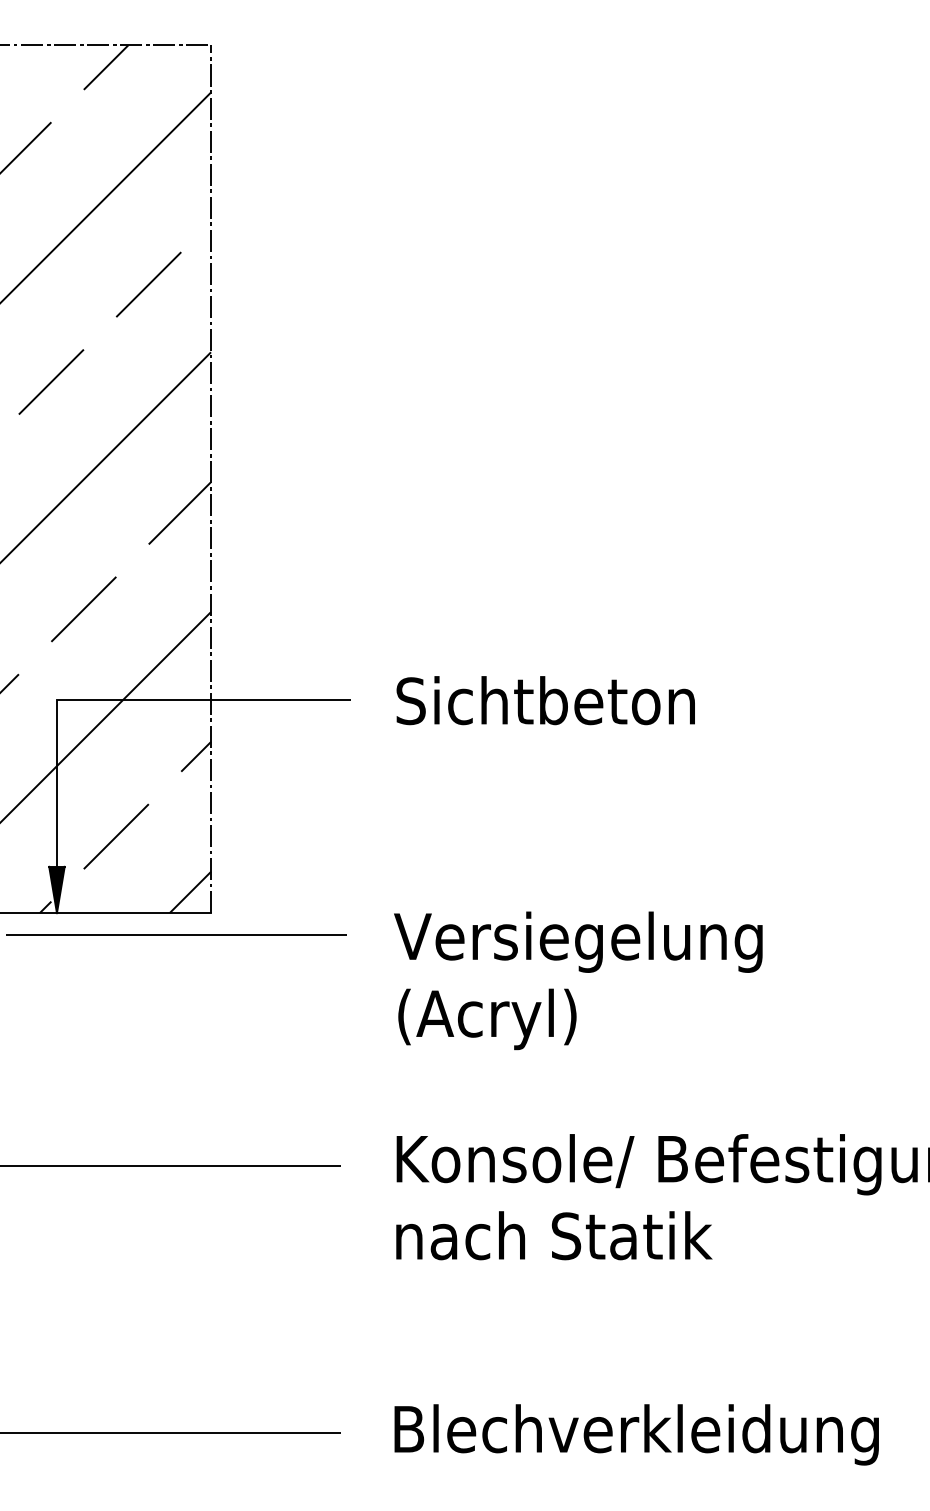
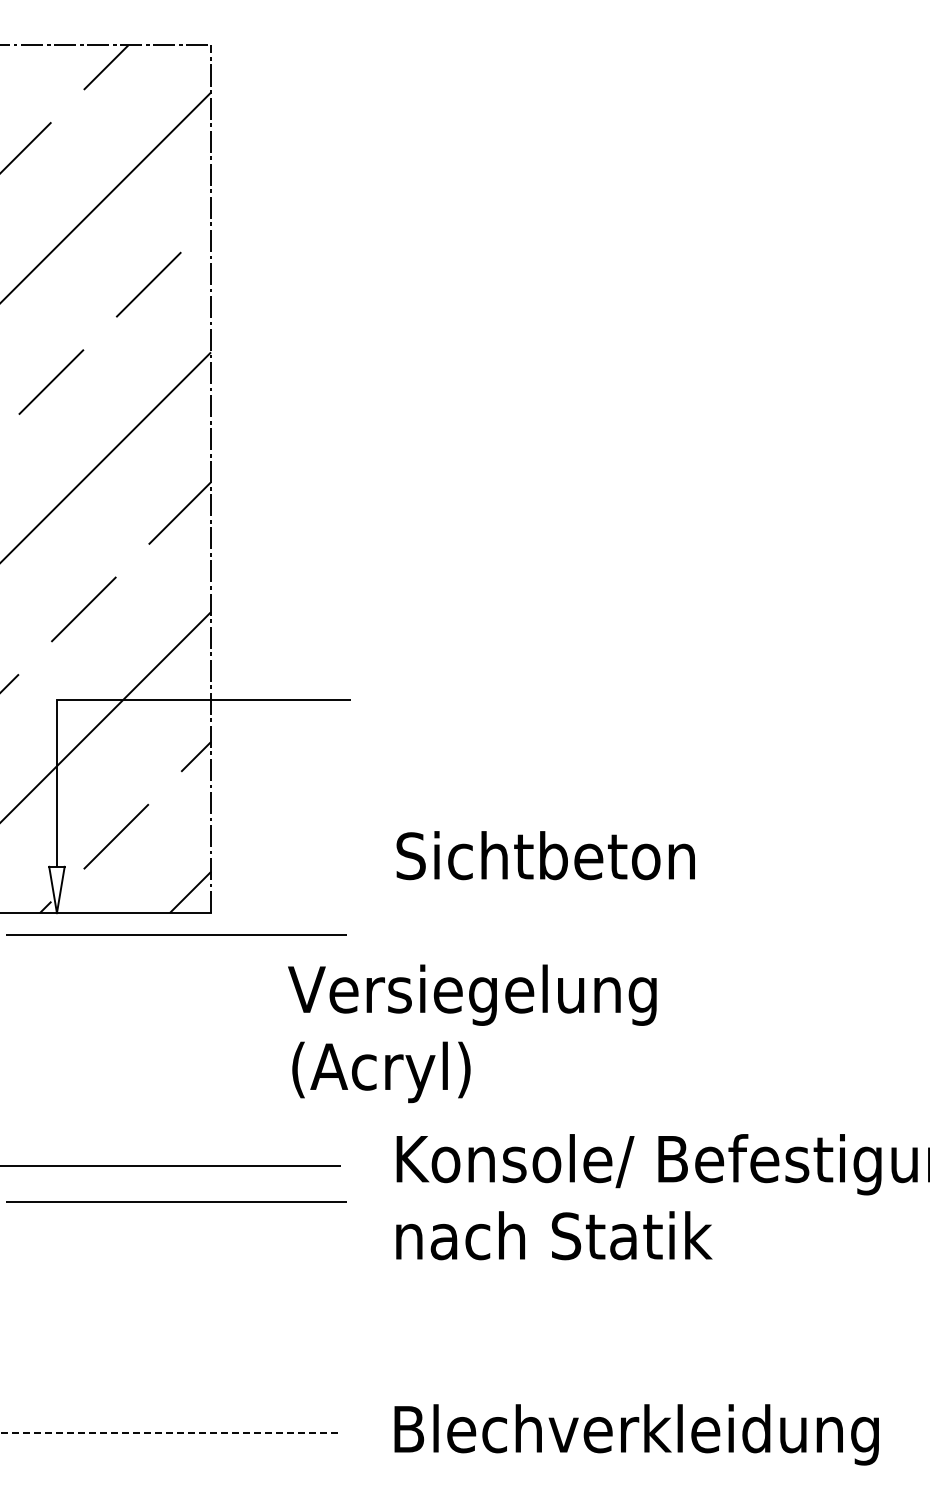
text at (545, 700) position: (545, 700) -> (545, 855)
fill at (56, 889): present -> none
text at (578, 980) position: (578, 980) -> (472, 1033)
line at (176, 1201): none -> present
line at (171, 1432): solid -> dashed
